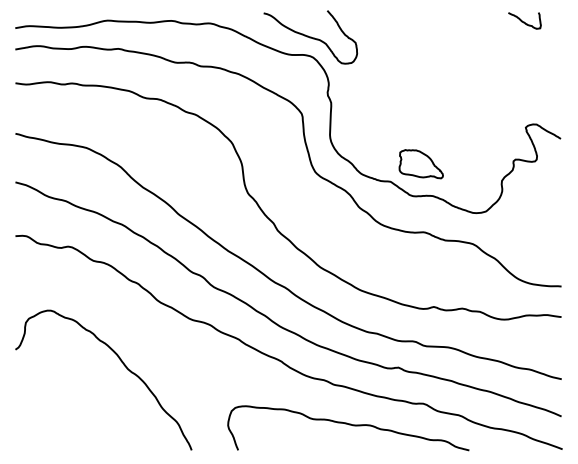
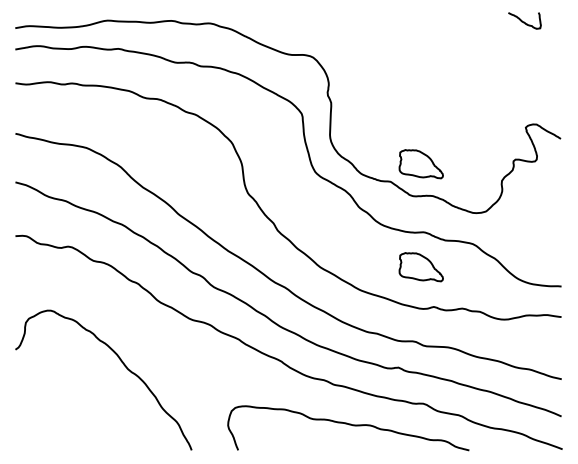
curve at (310, 37): present -> none
part at (420, 267): none -> present
